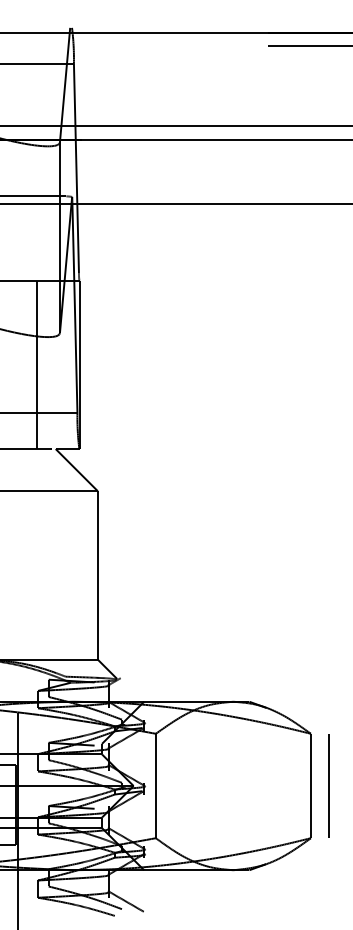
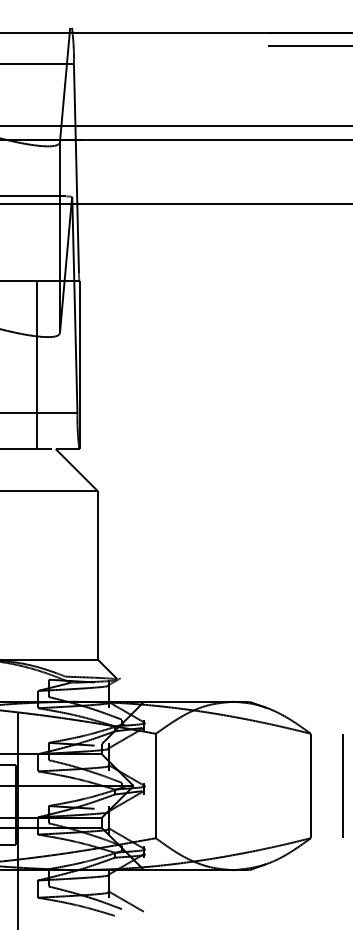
line at (328, 785) position: (328, 785) -> (342, 785)
